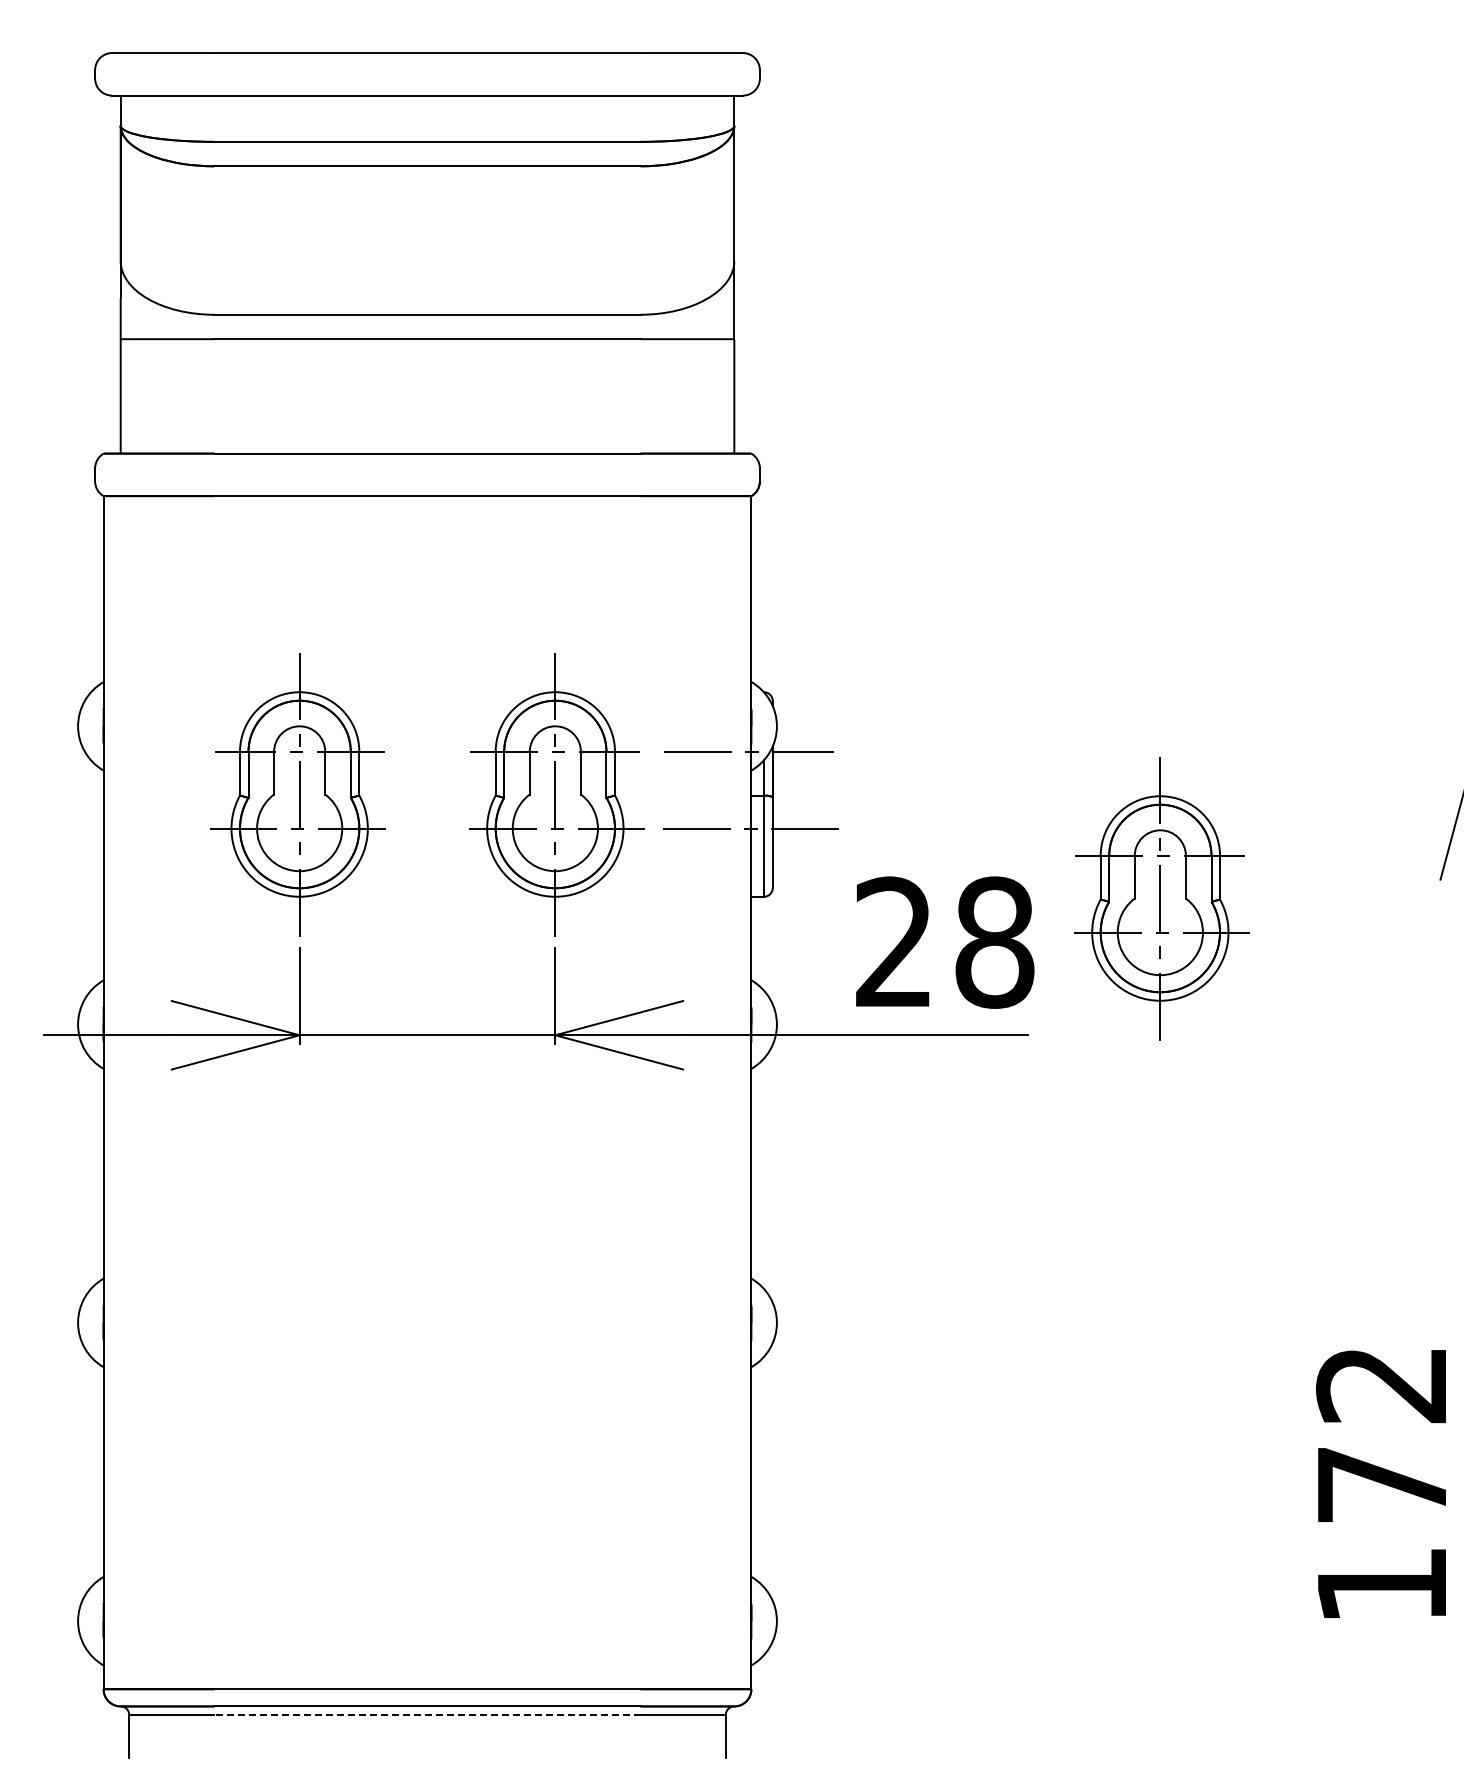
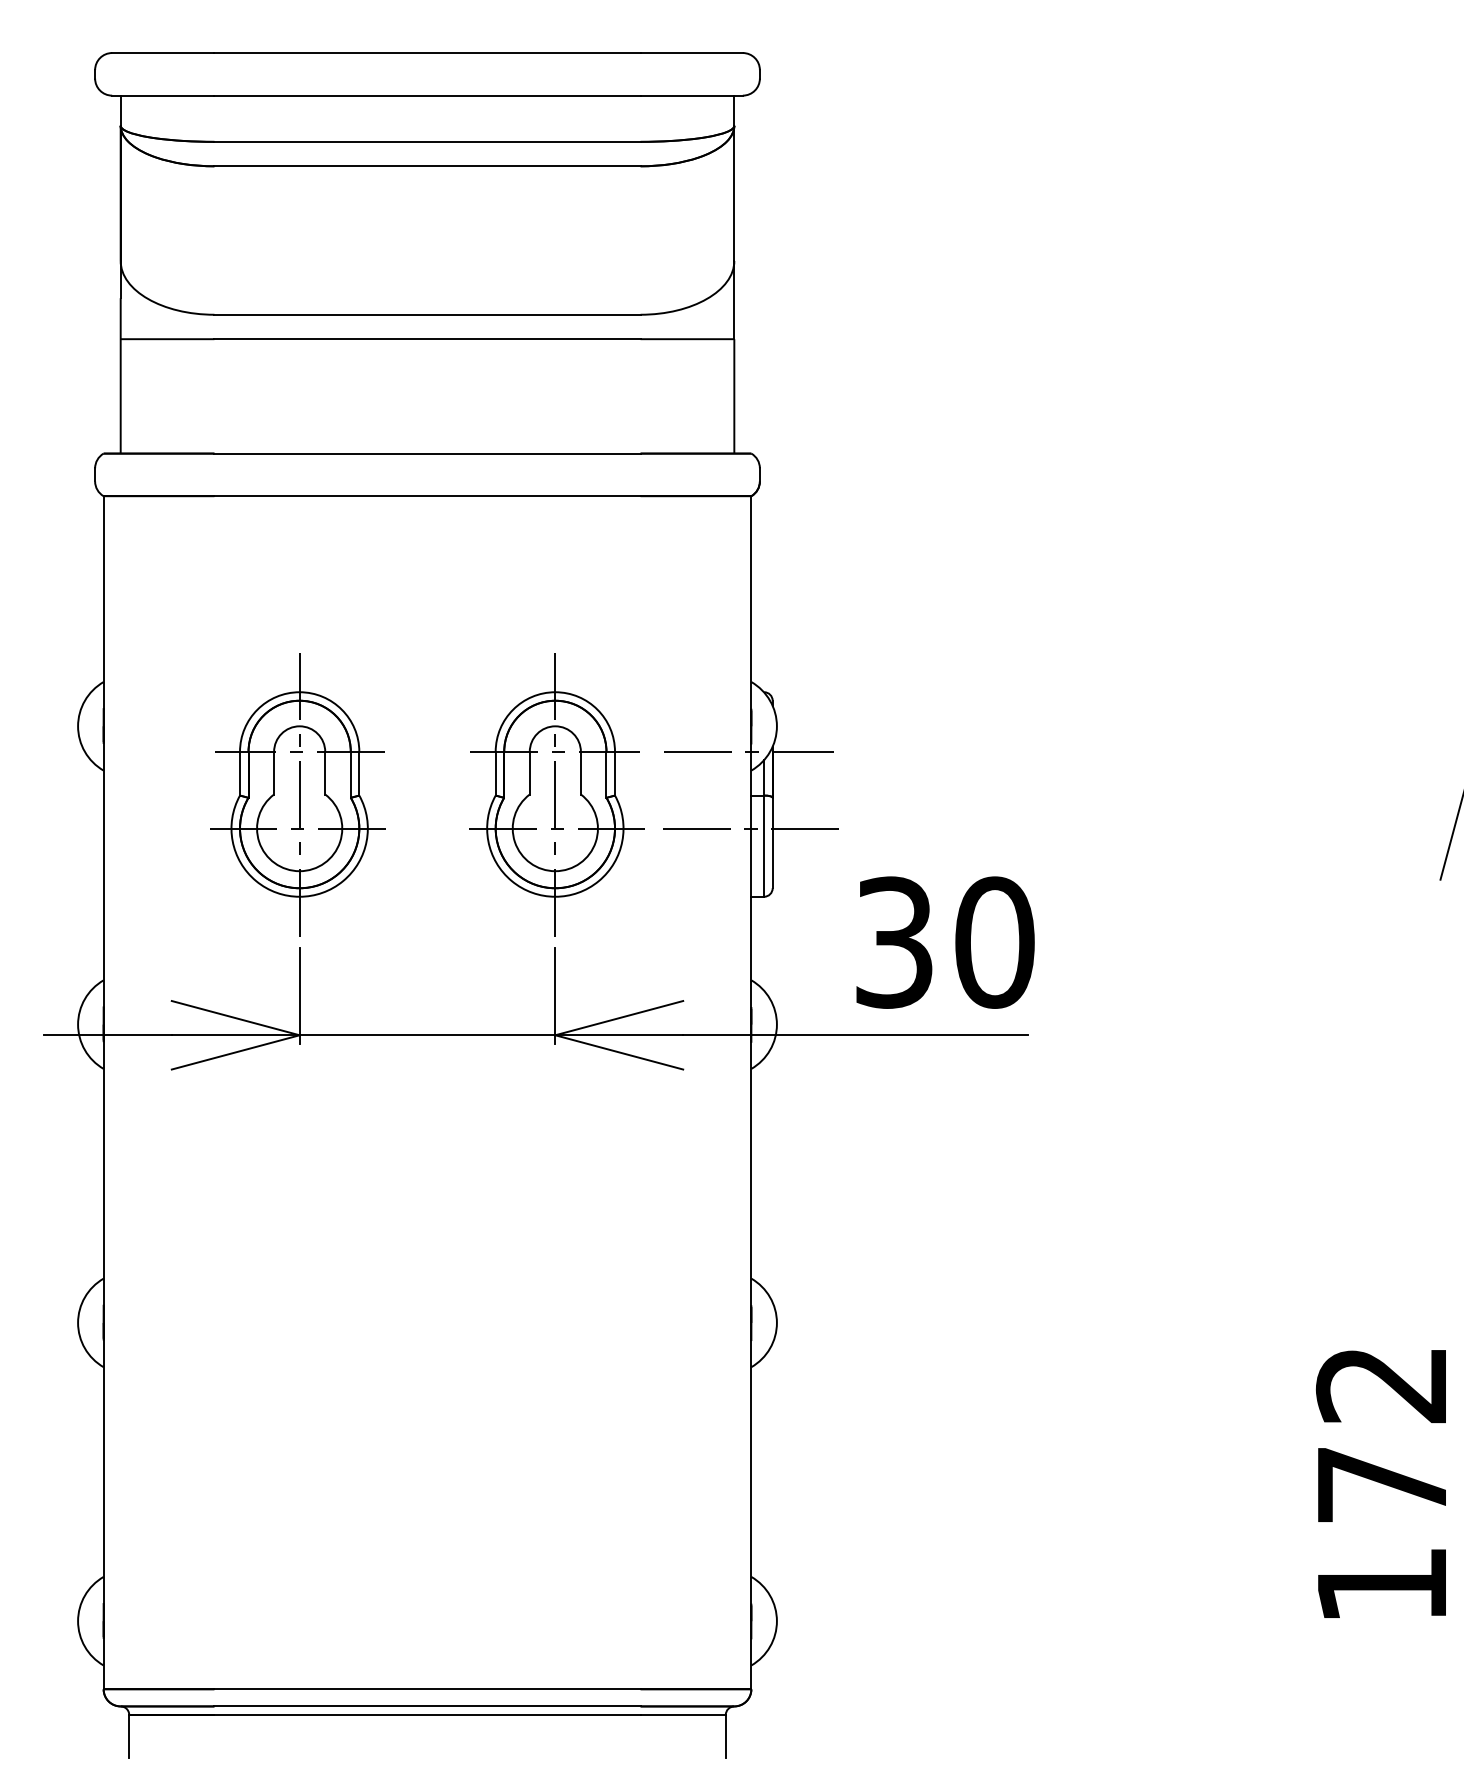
part at (1161, 898): present -> none
text at (945, 942): 28 -> 30
line at (427, 1714): dashed -> solid
